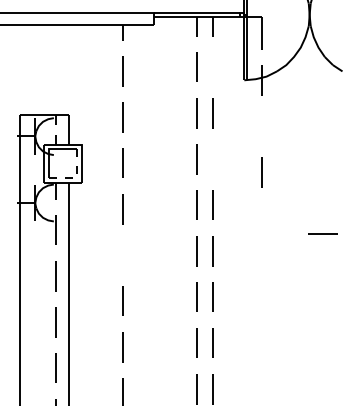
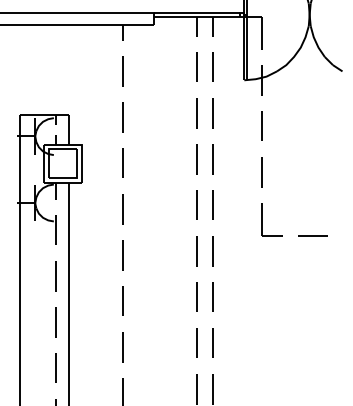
line at (212, 66): none -> present
line at (261, 125): none -> present
line at (212, 159): none -> present
line at (77, 177): dashed -> solid
part at (262, 219): none -> present
line at (322, 233) position: (322, 233) -> (312, 235)
line at (122, 255): none -> present
